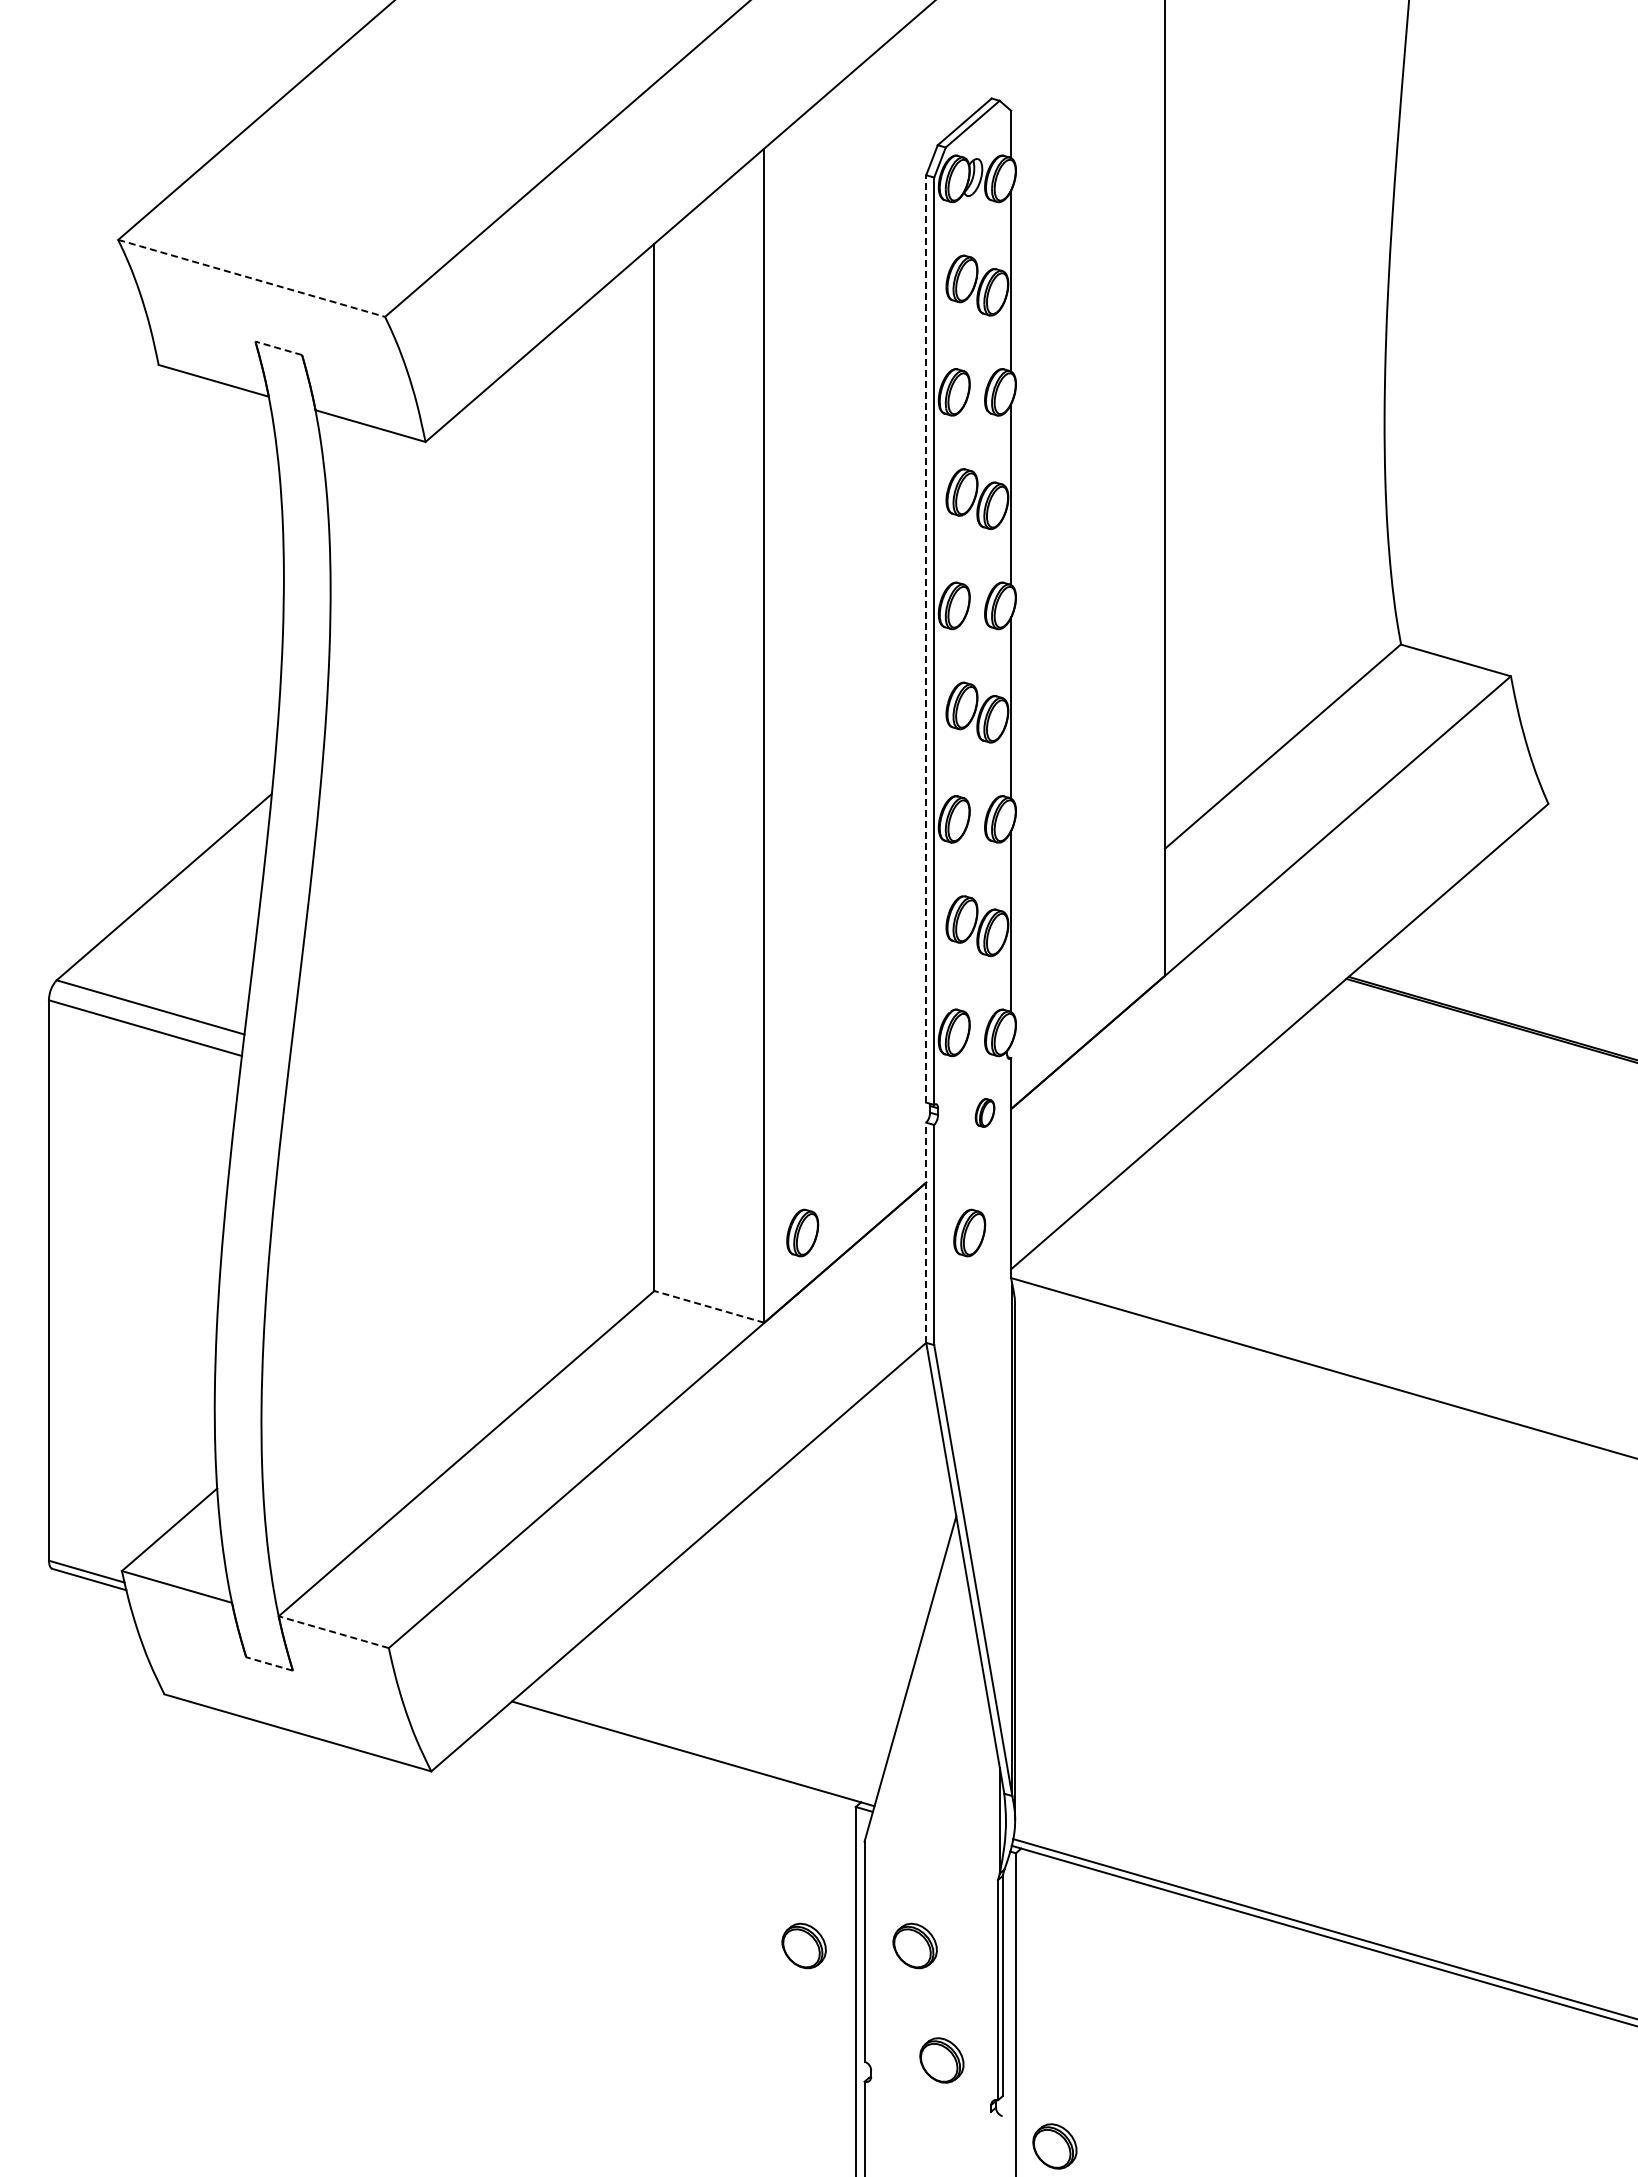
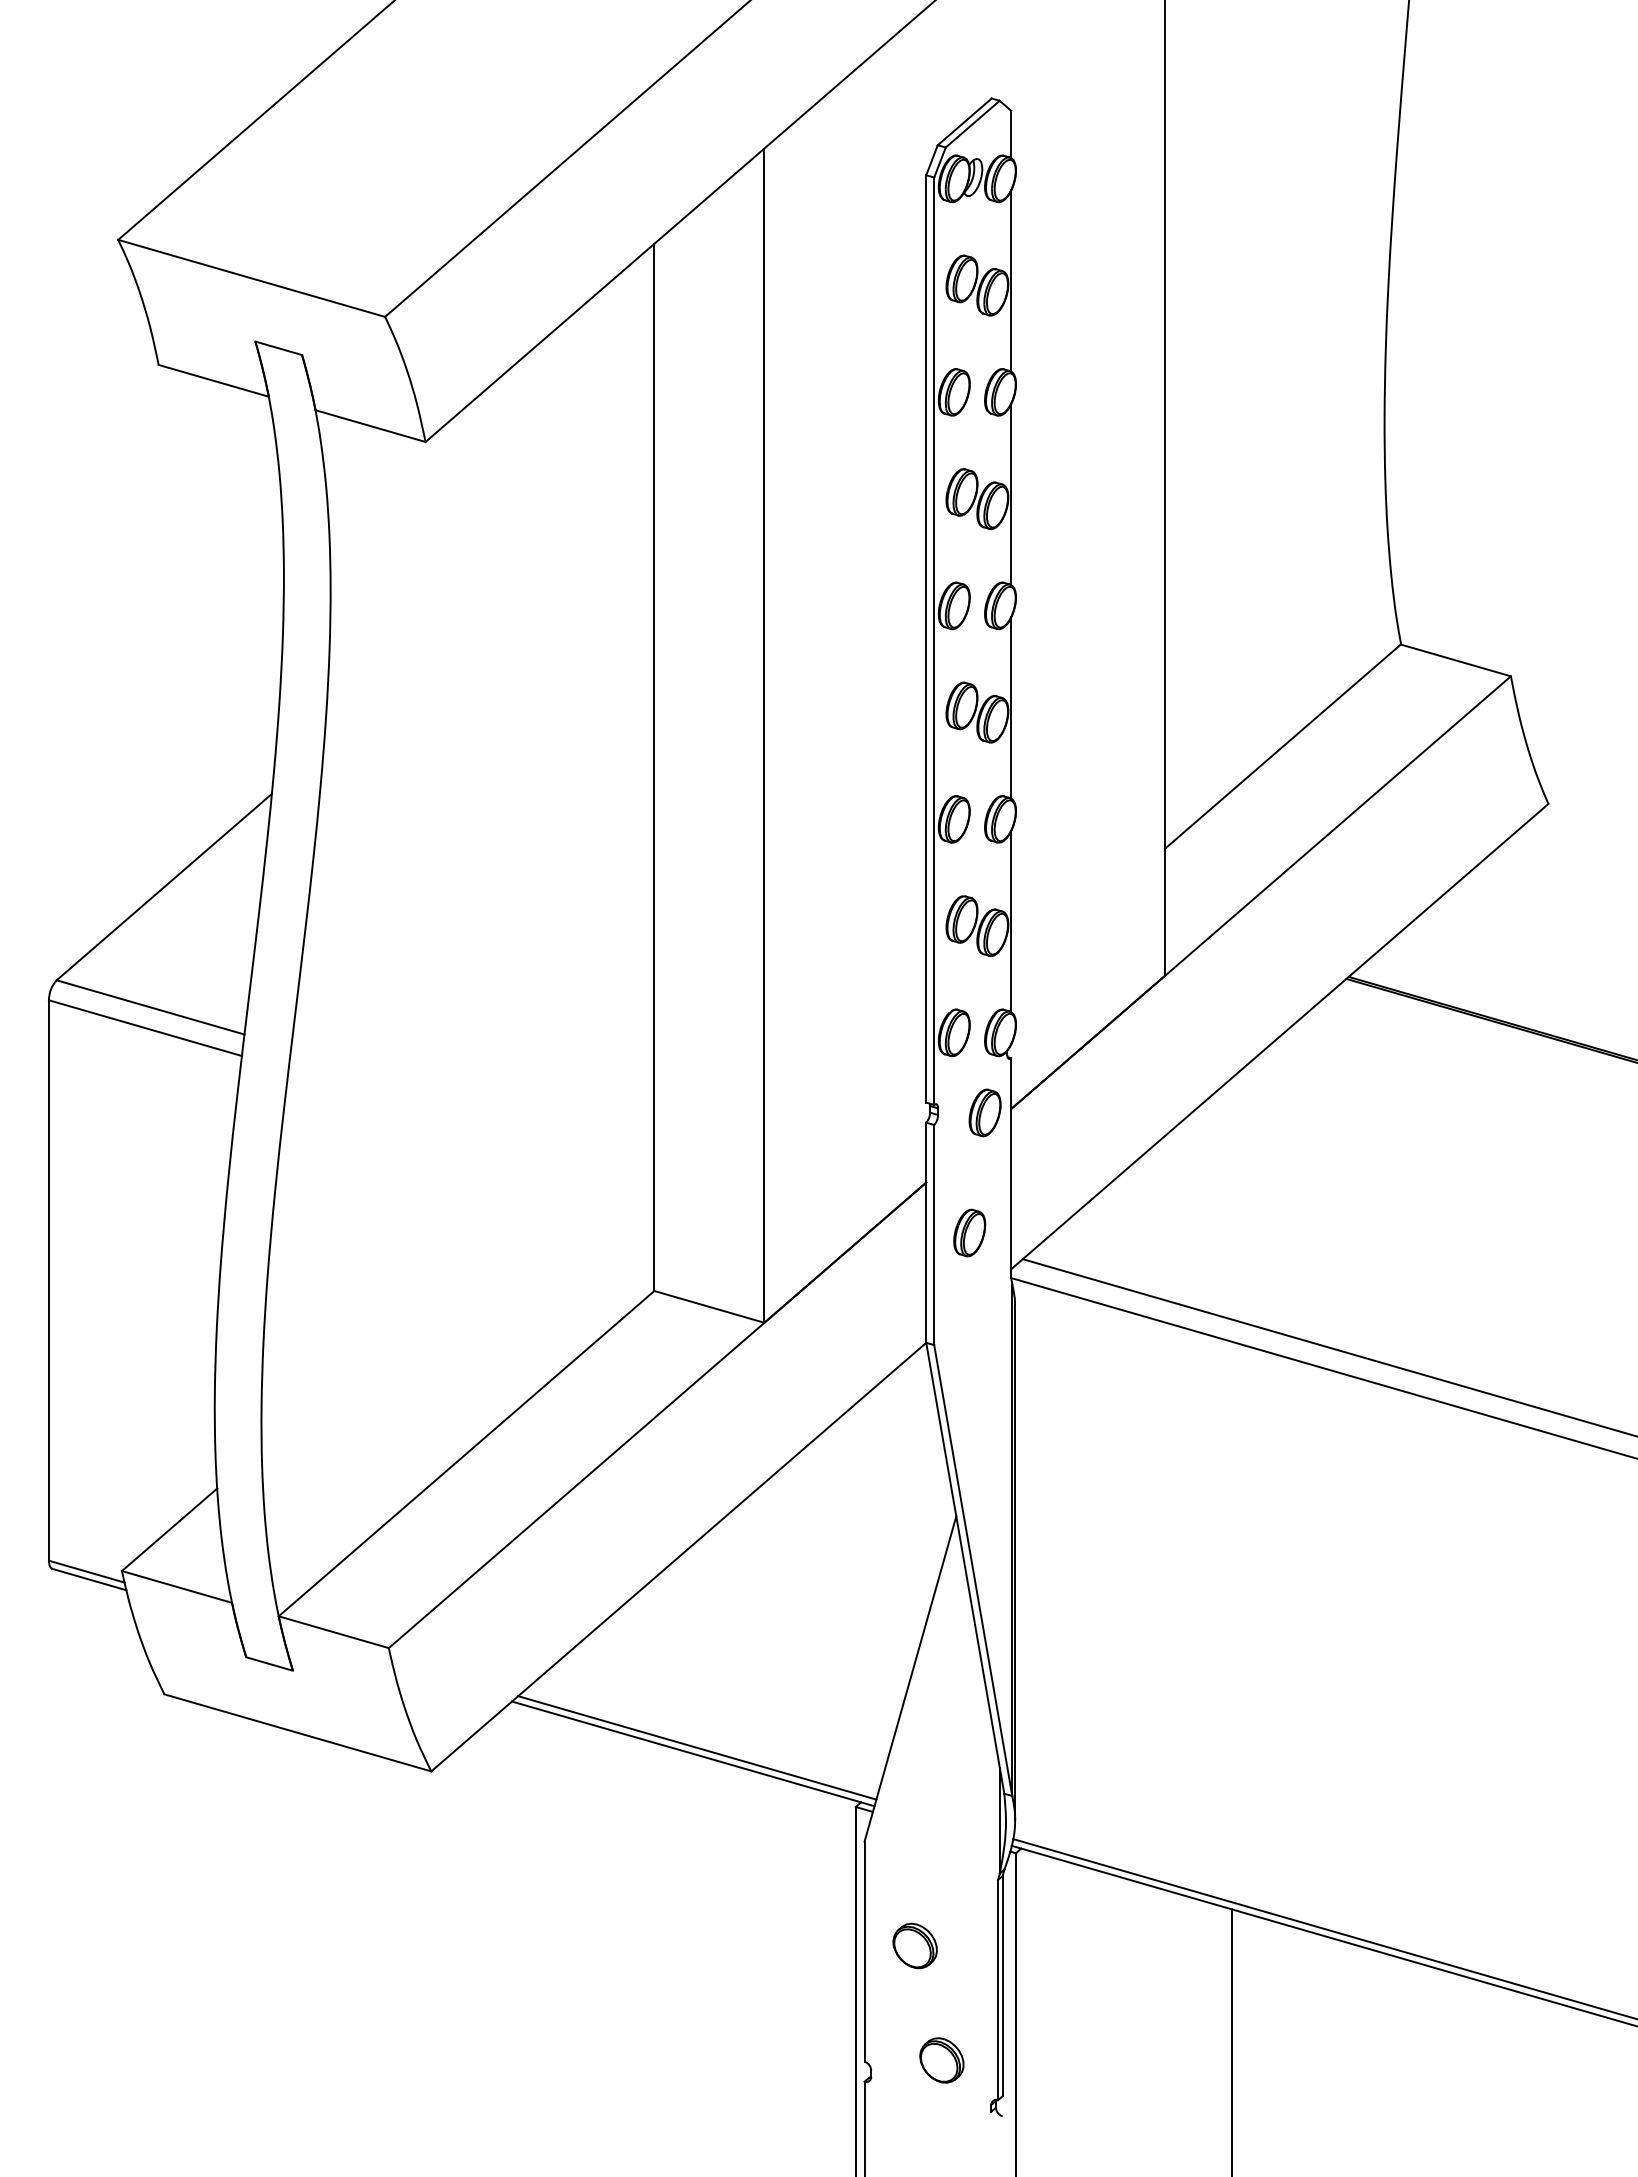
line at (251, 278): dashed -> solid
line at (278, 348): dashed -> solid
line at (926, 638): dashed -> solid
part at (984, 1112) size: 22x30 px -> 34x50 px
part at (802, 1232): present -> none
line at (926, 1232): dashed -> solid
line at (708, 1306): dashed -> solid
line at (1328, 1347): none -> present
line at (333, 1632): dashed -> solid
line at (269, 1663): dashed -> solid
line at (697, 1747): none -> present
part at (803, 1945): present -> none
line at (1231, 2041): none -> present
part at (1054, 2146): present -> none
